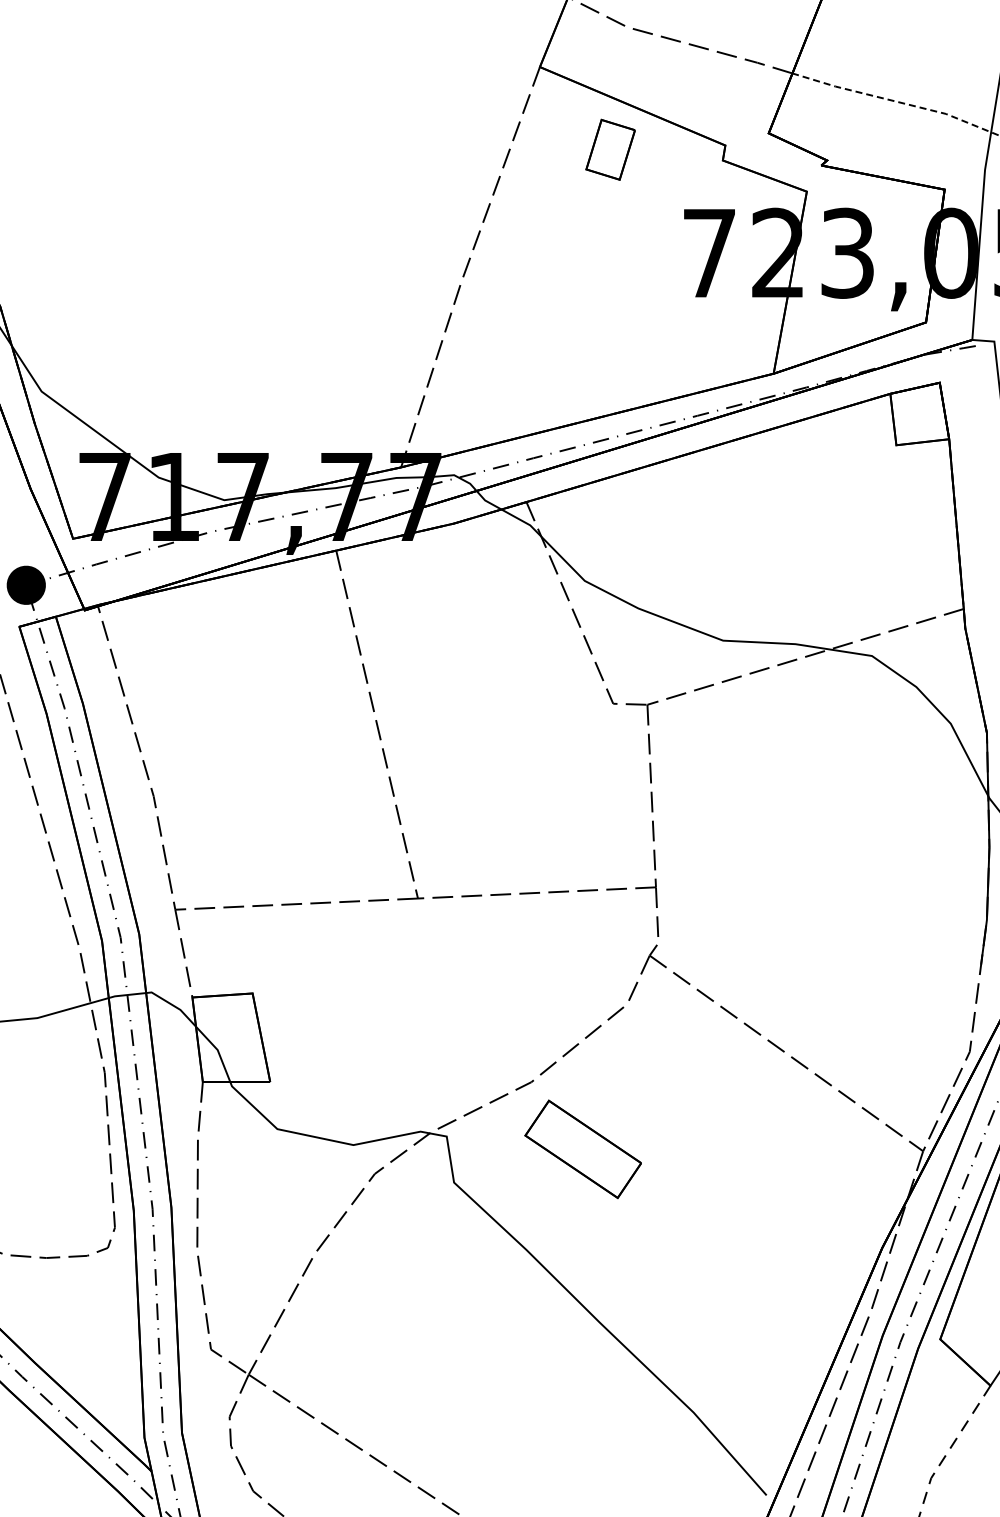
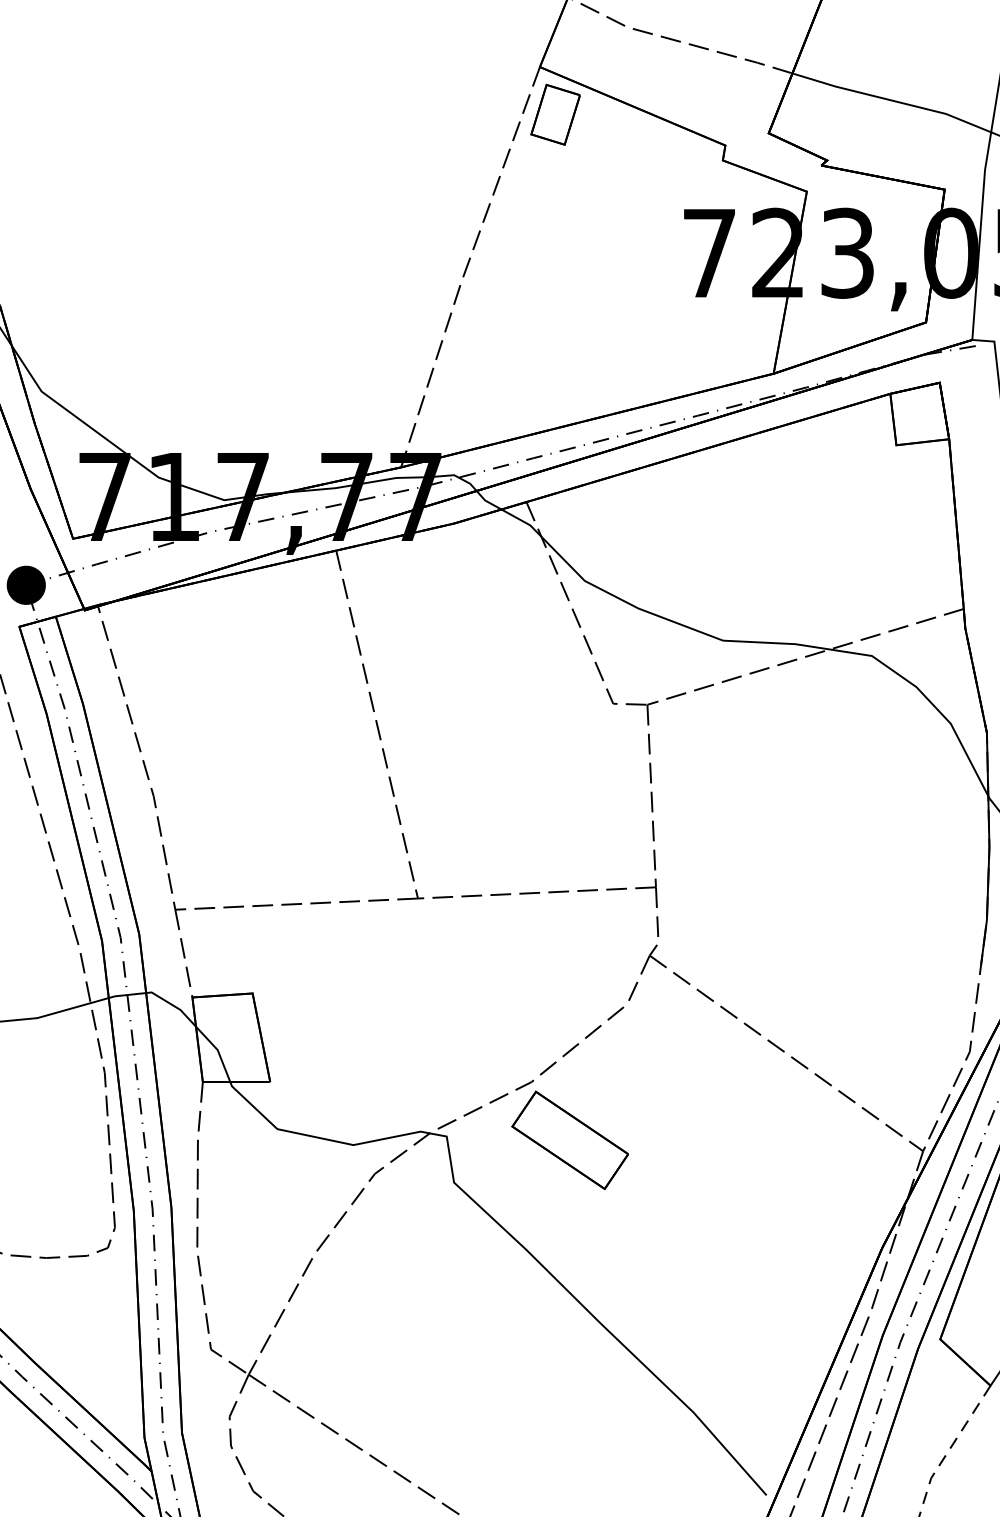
line at (896, 101): dashed -> solid
part at (610, 149) position: (610, 149) -> (555, 114)
part at (582, 1149) position: (582, 1149) -> (569, 1140)
